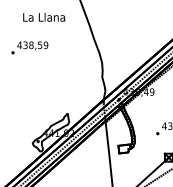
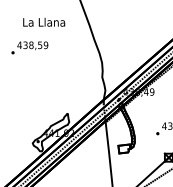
text at (44, 16) position: (44, 16) -> (44, 21)
